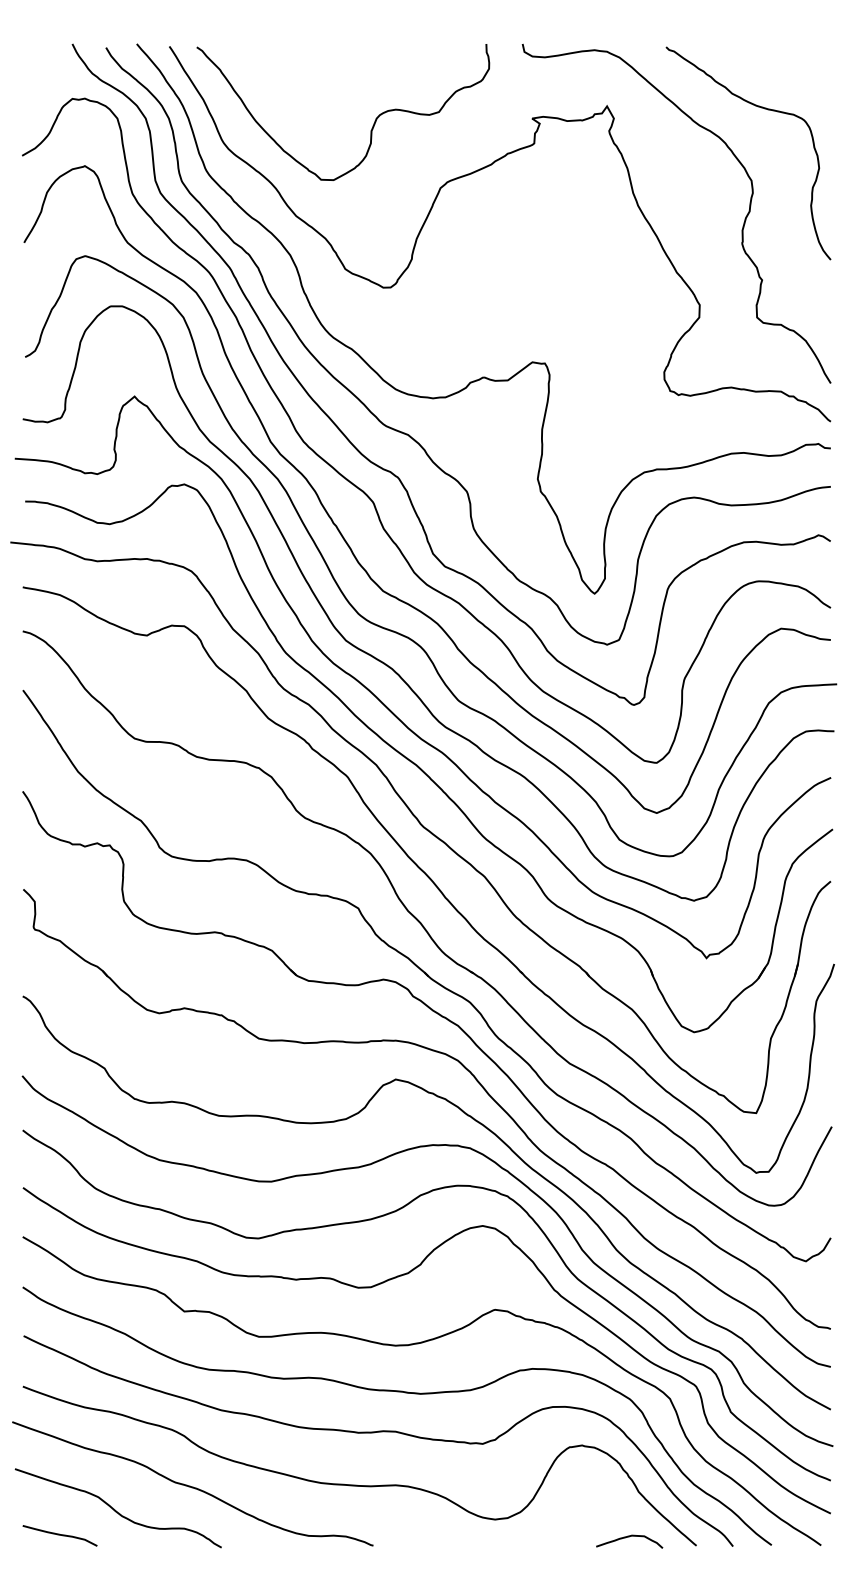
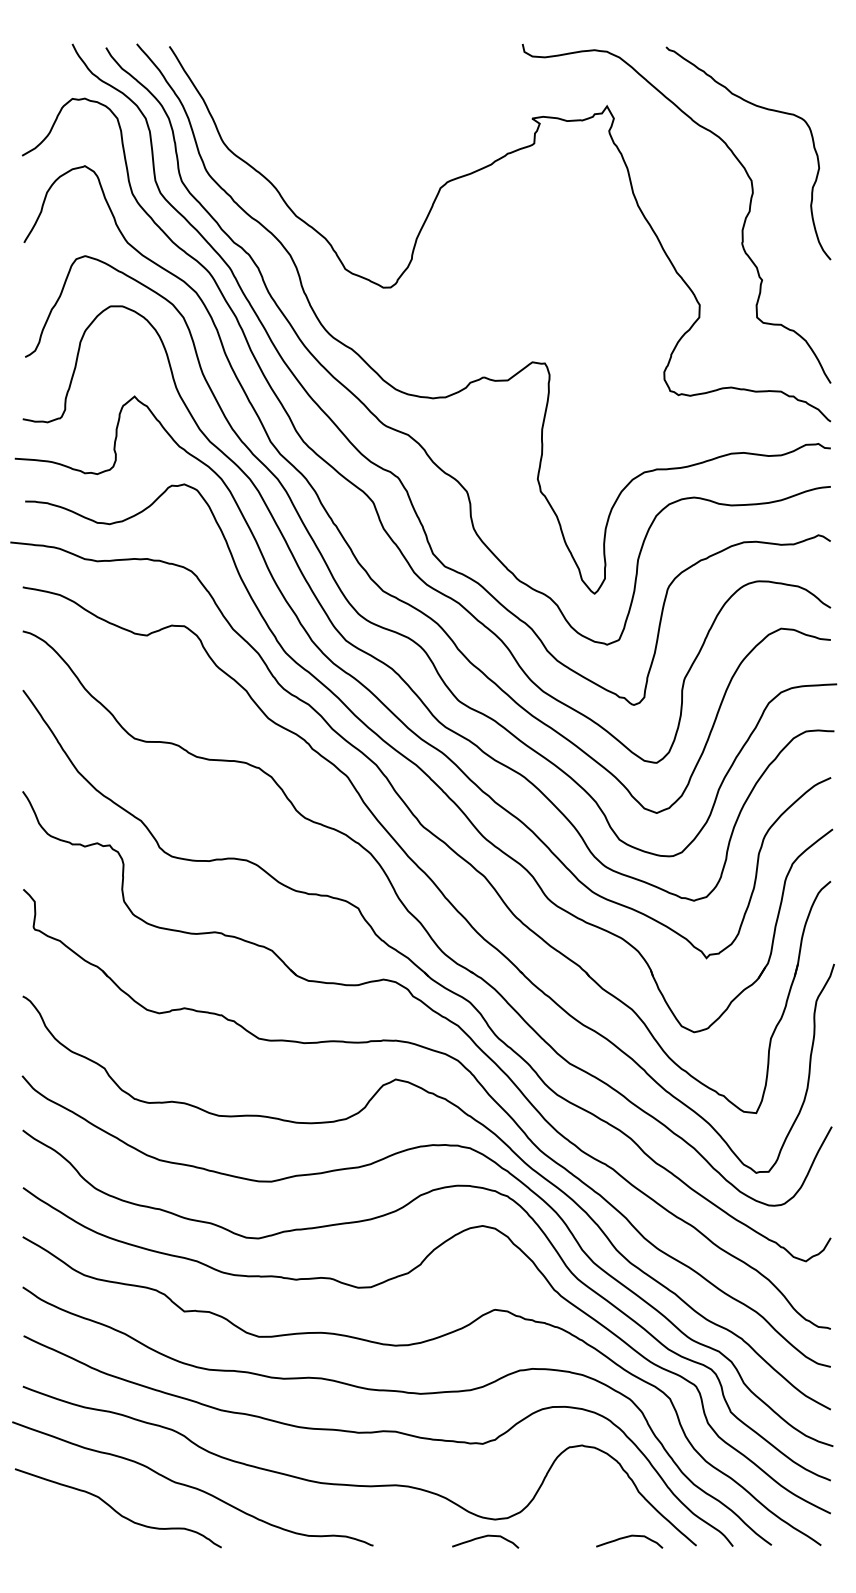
curve at (372, 125): present -> none
curve at (59, 1535): present -> none
curve at (485, 1537): none -> present
